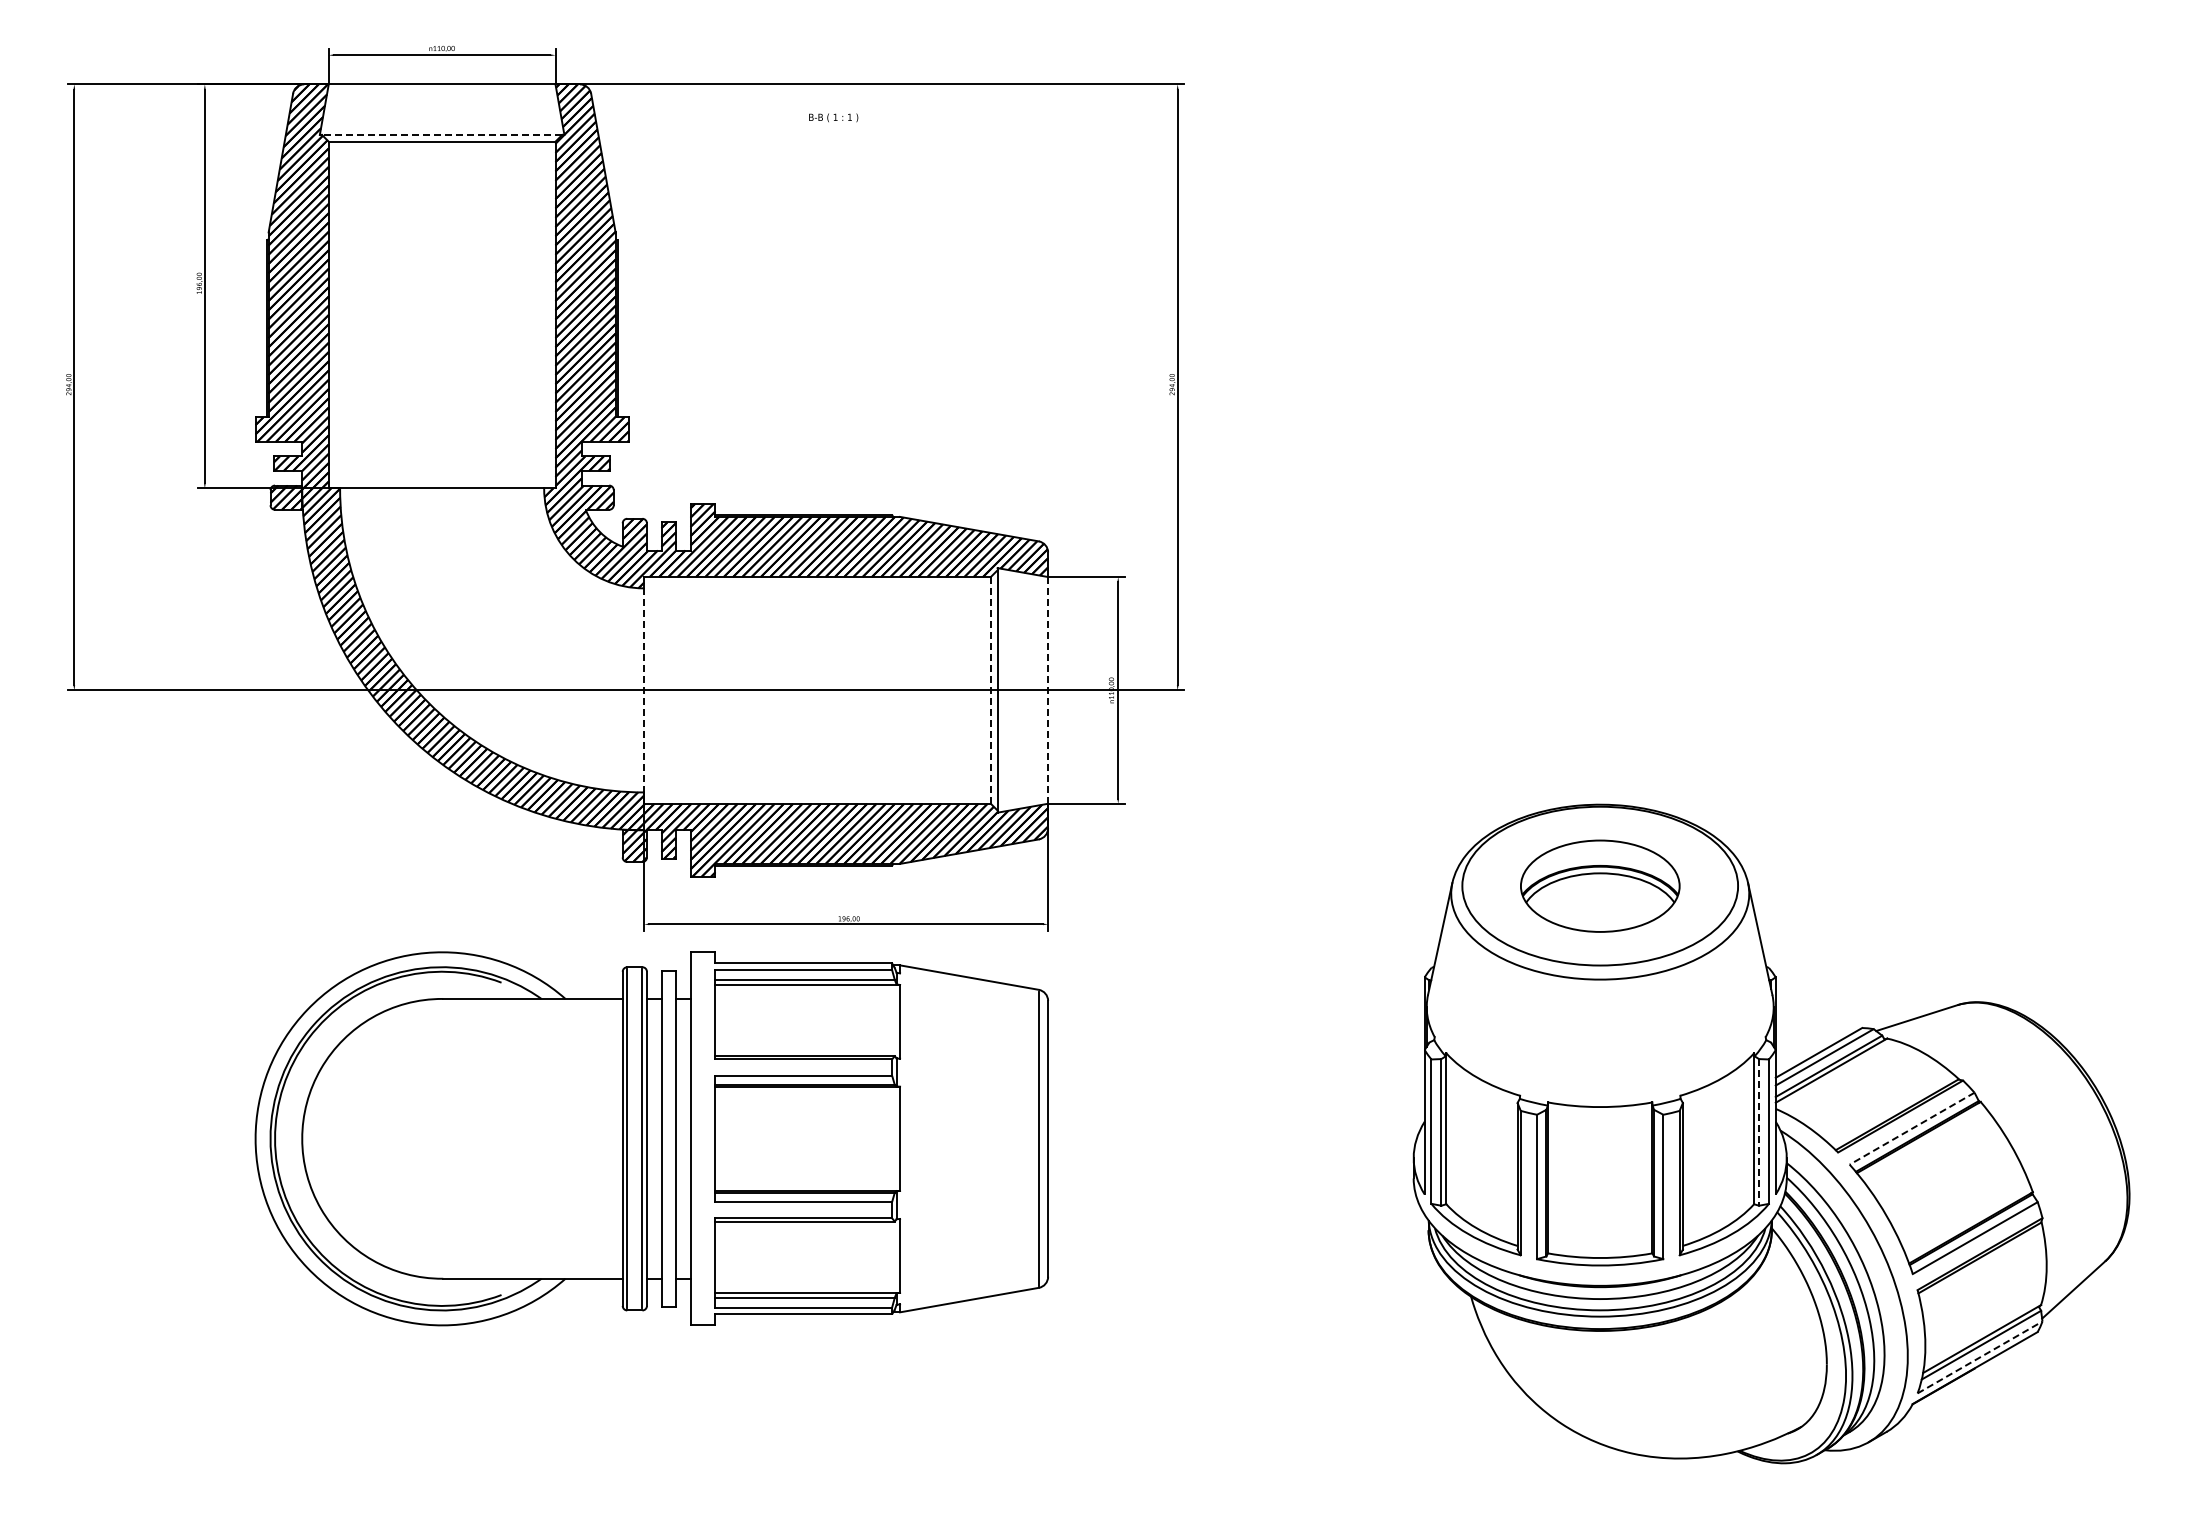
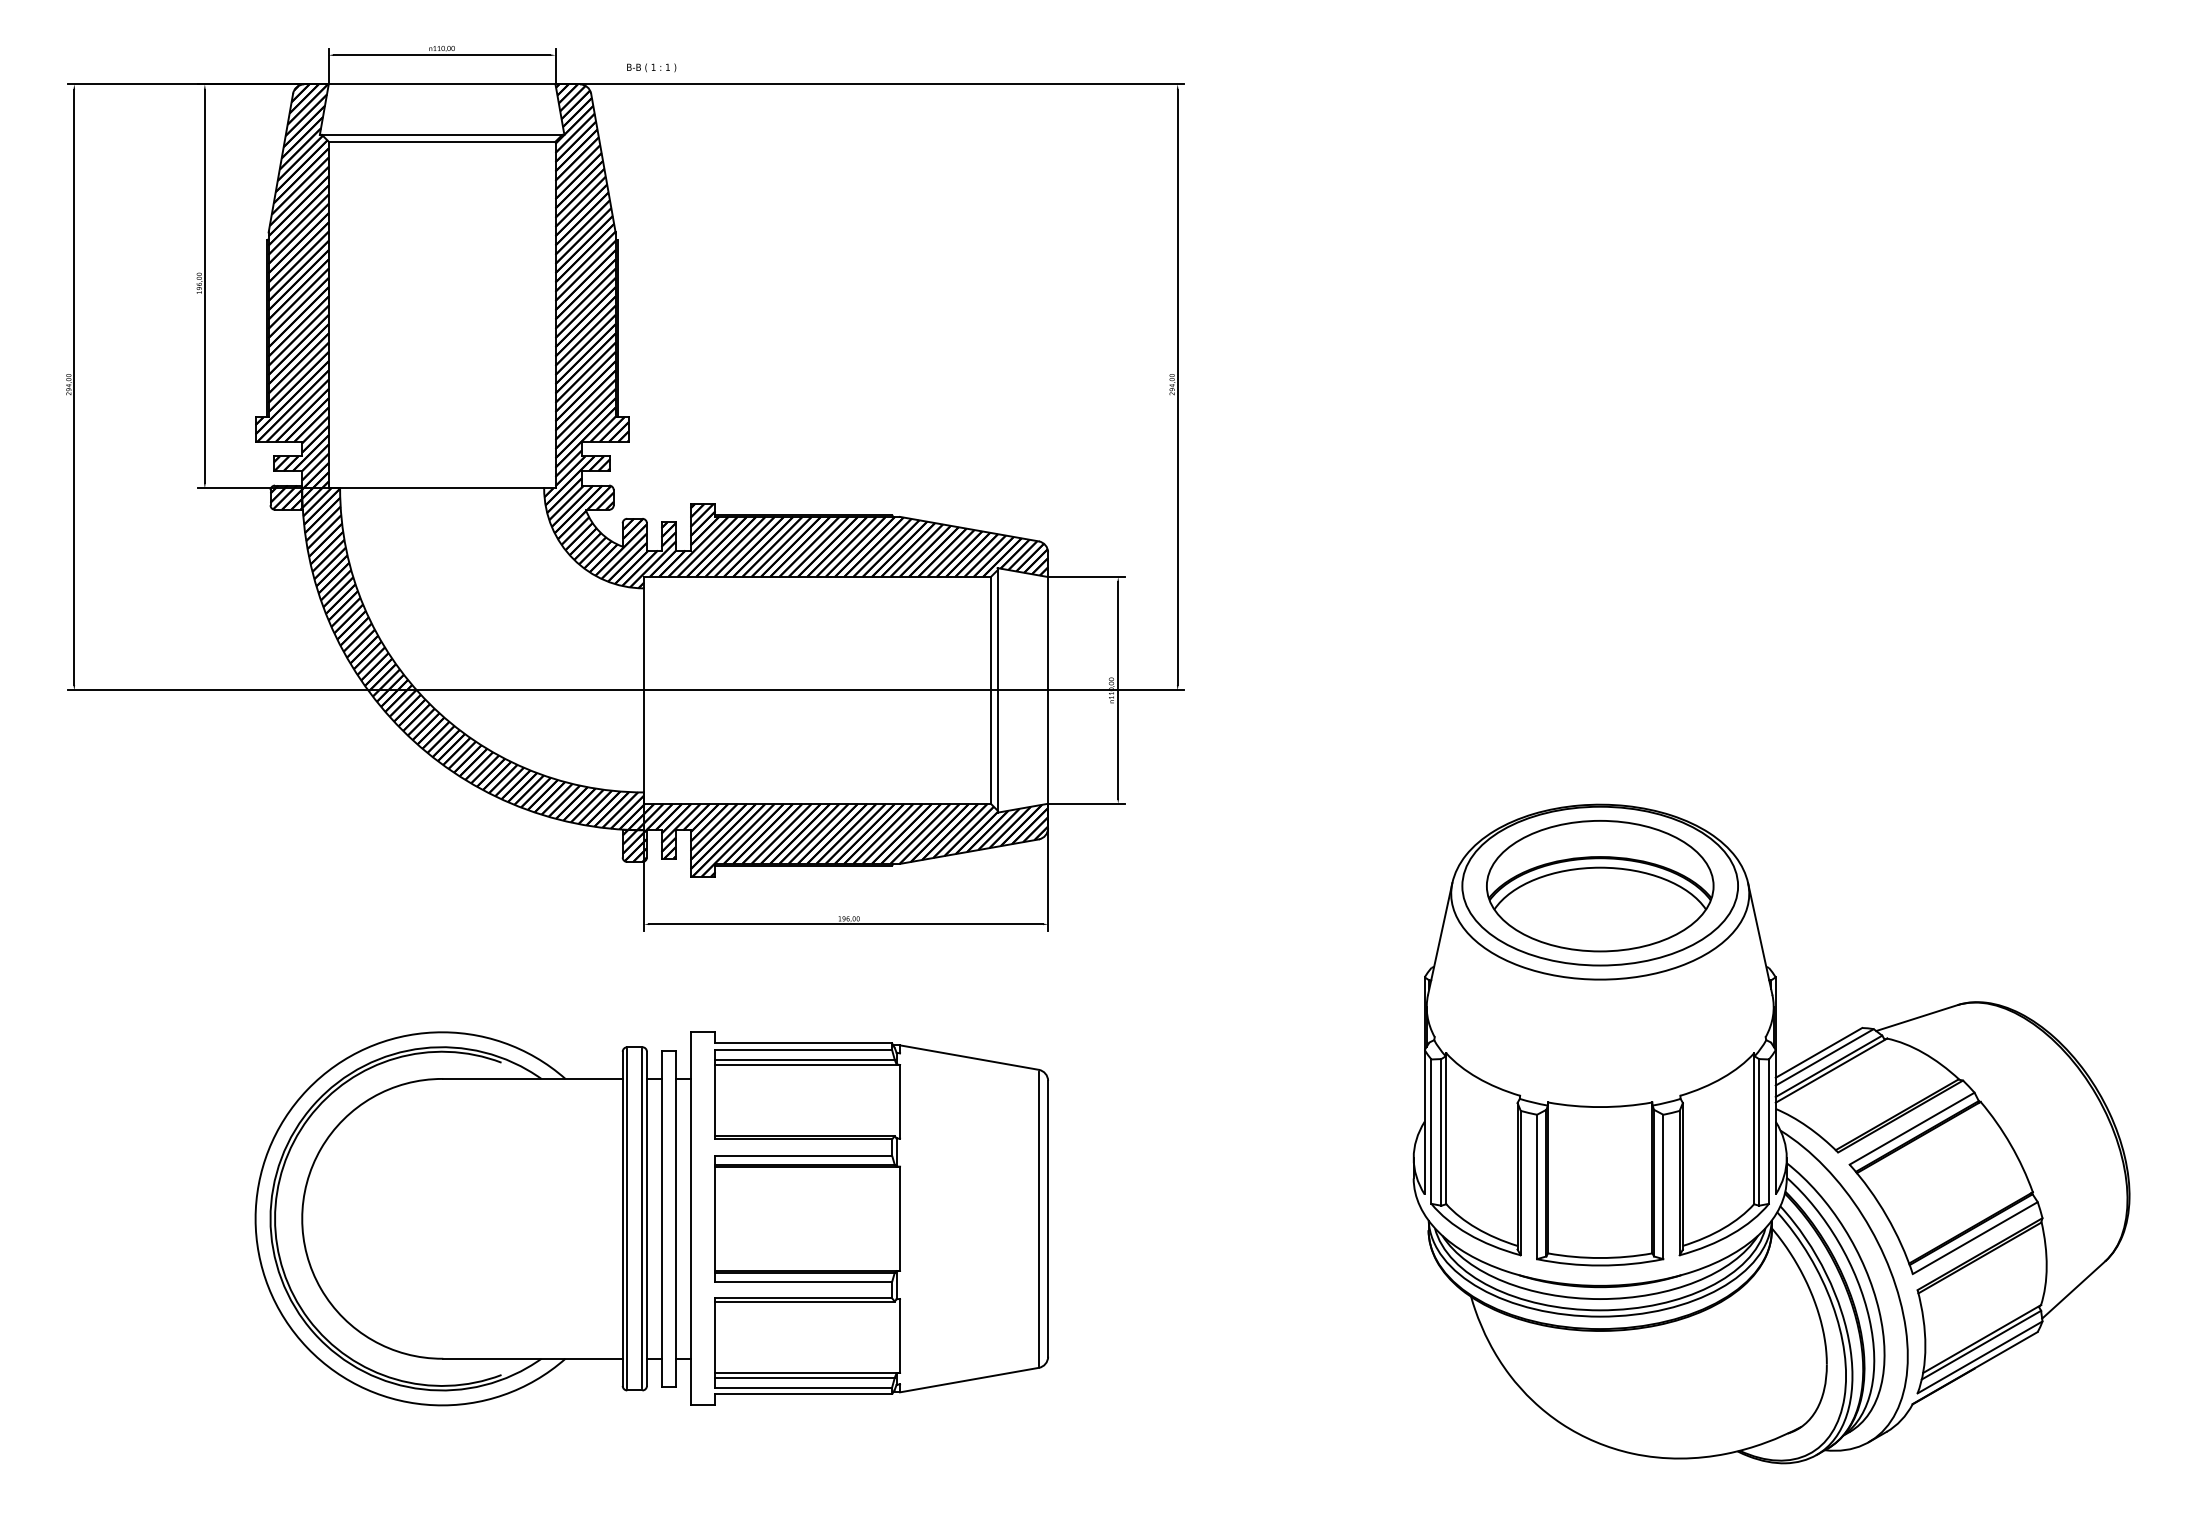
text at (833, 117) position: (833, 117) -> (651, 67)
line at (441, 134): dashed -> solid
line at (1048, 689): dashed -> solid
line at (644, 690): dashed -> solid
line at (990, 690): dashed -> solid
part at (1600, 885) size: 161x94 px -> 229x133 px
line at (1911, 1128): dashed -> solid
line at (1759, 1132): dashed -> solid
part at (651, 1138) position: (651, 1138) -> (651, 1218)
line at (1980, 1357): dashed -> solid
